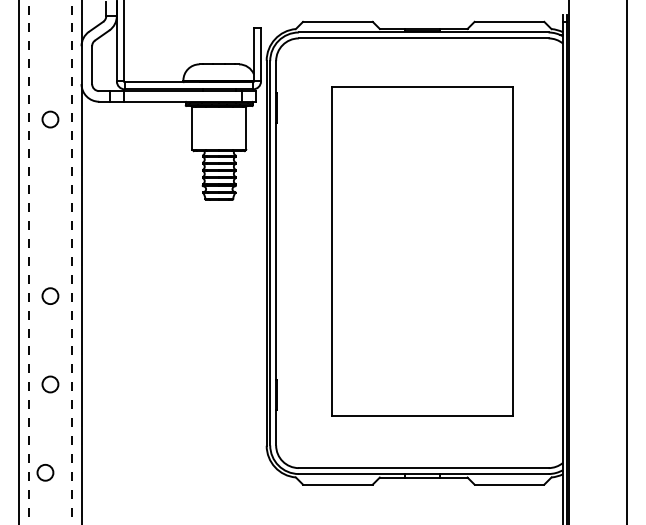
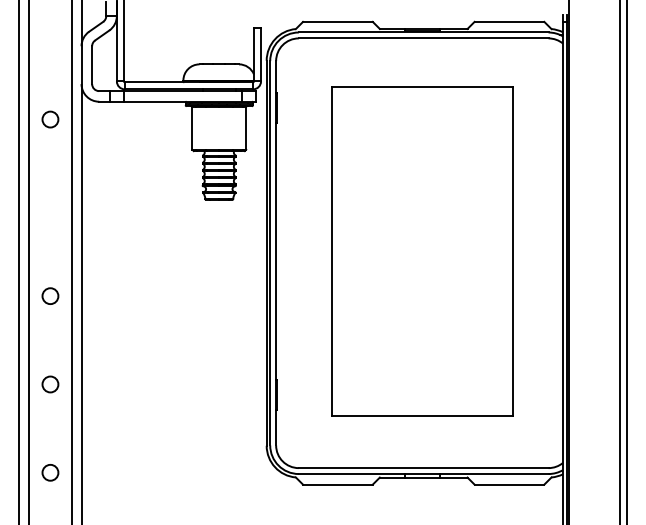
line at (620, 261): none -> present
line at (29, 262): dashed -> solid
line at (71, 262): dashed -> solid
circle at (45, 472) position: (45, 472) -> (50, 472)
